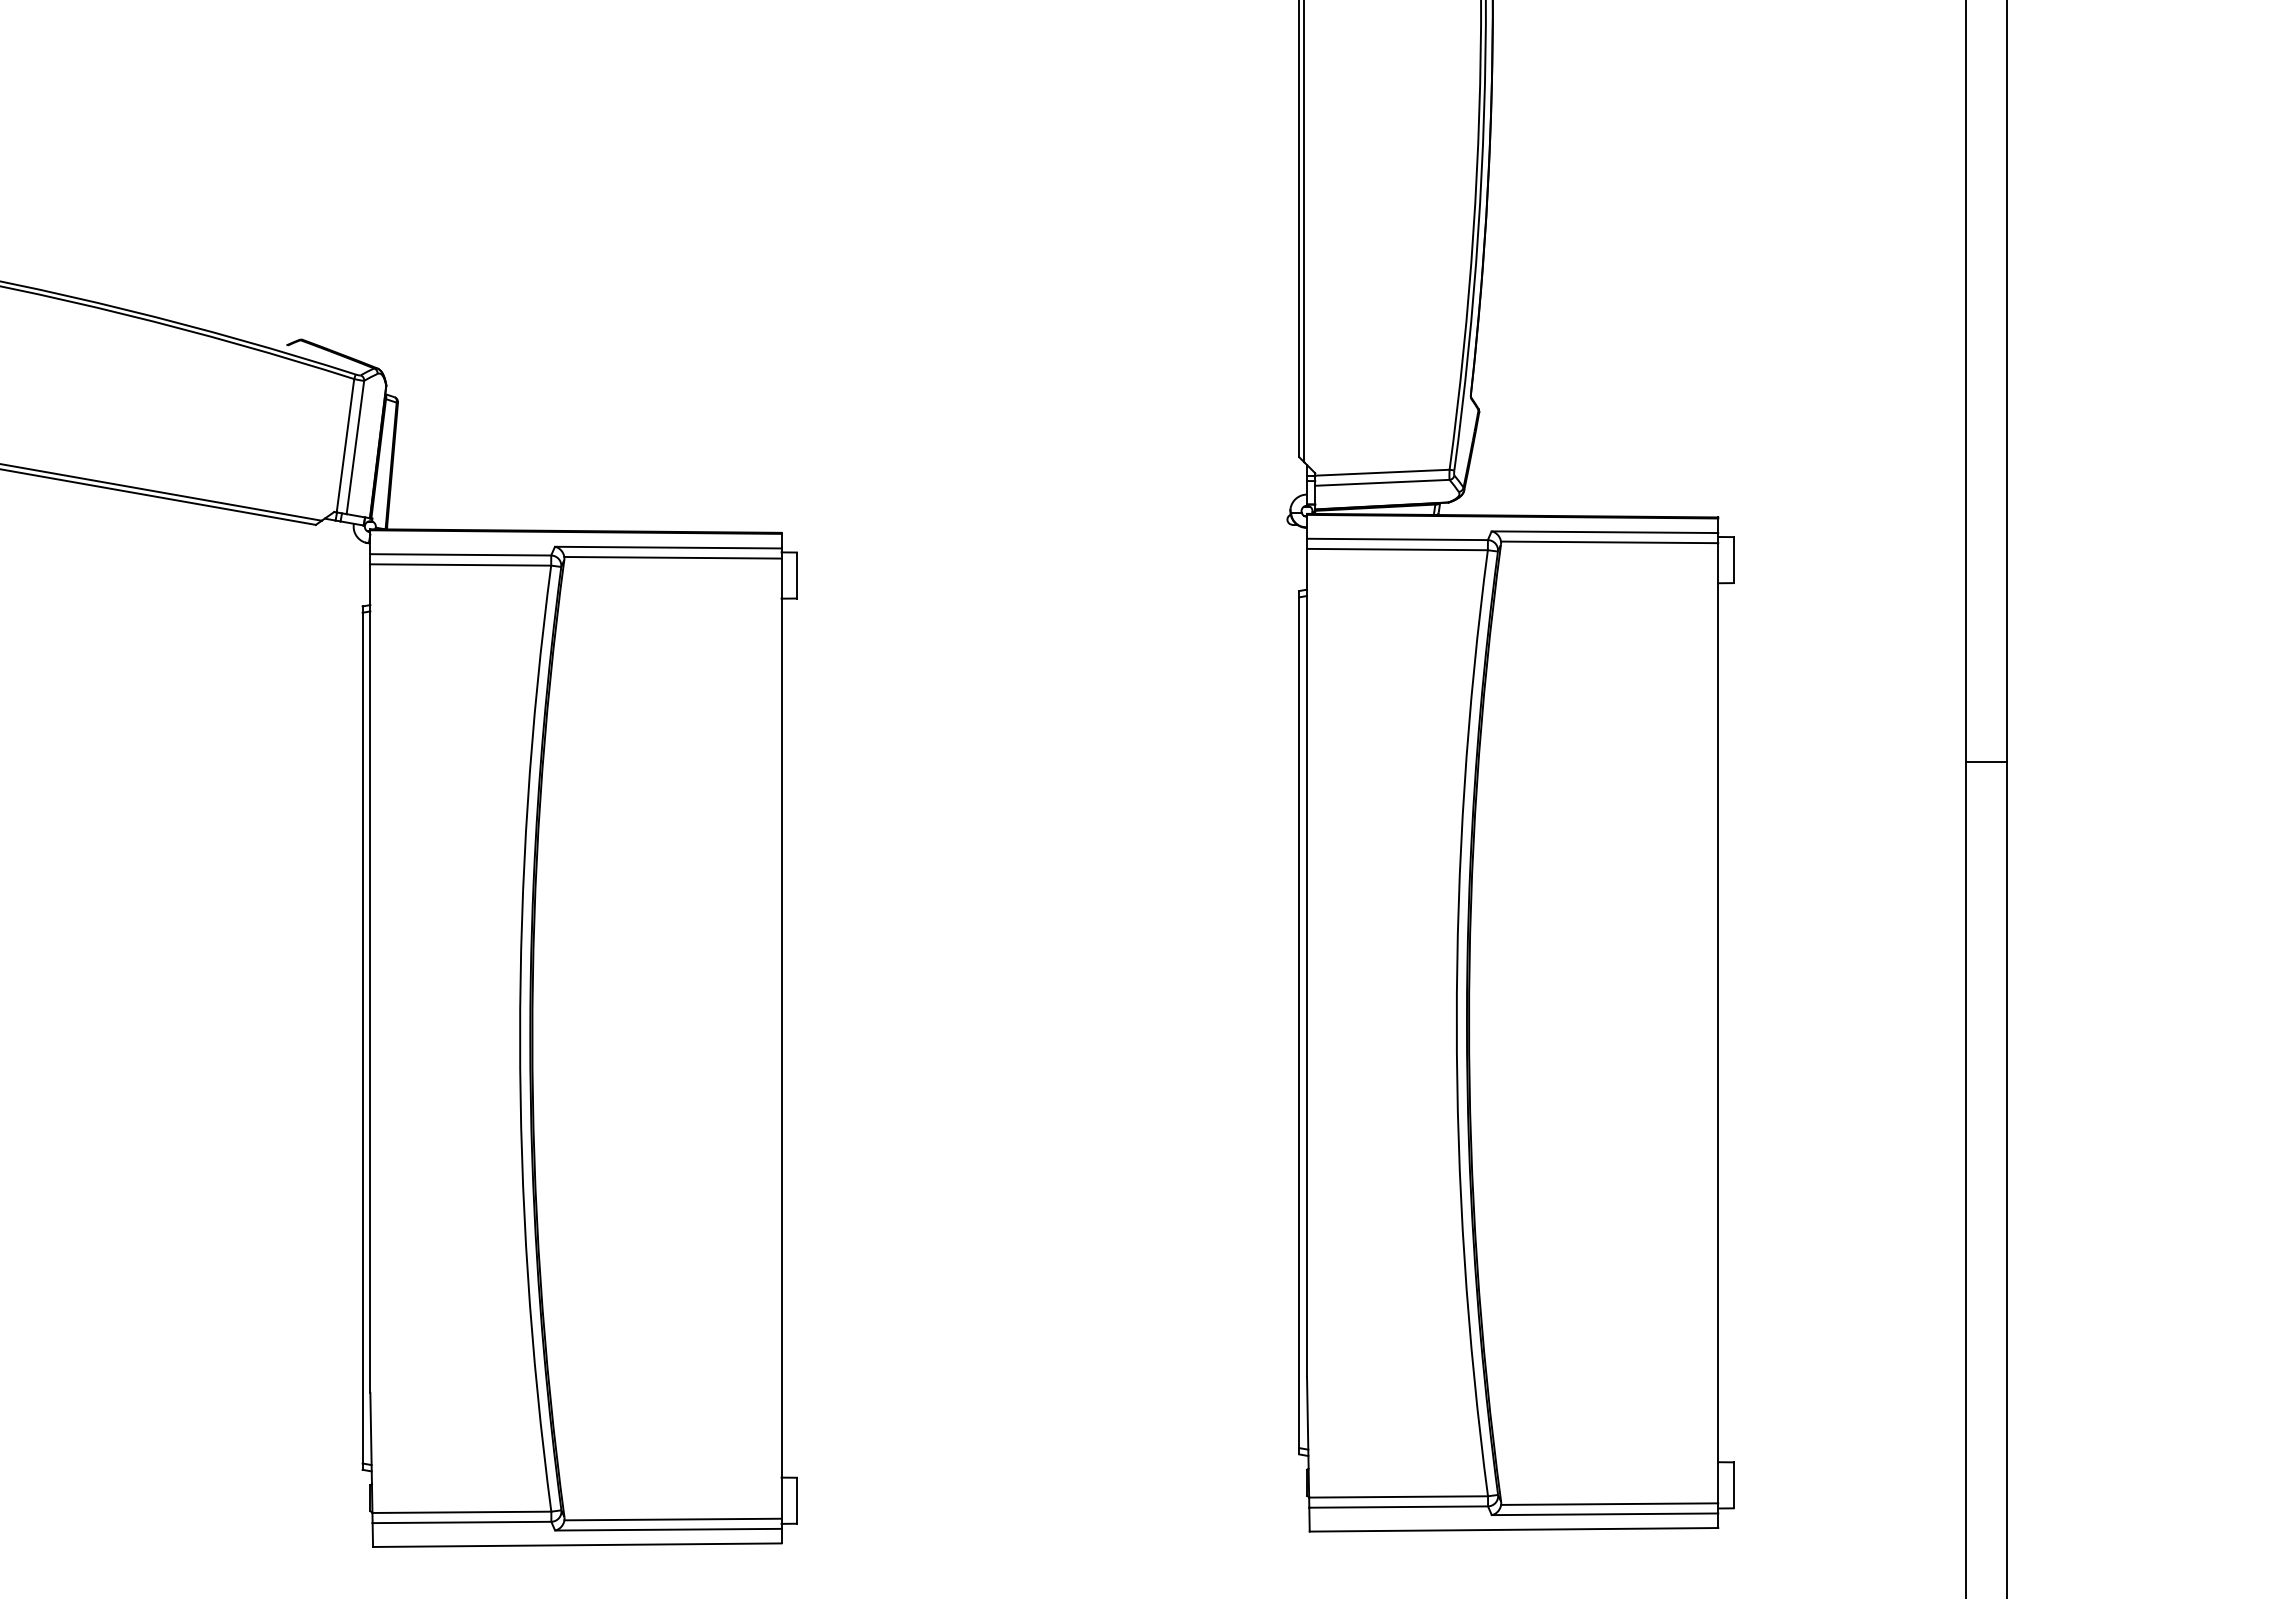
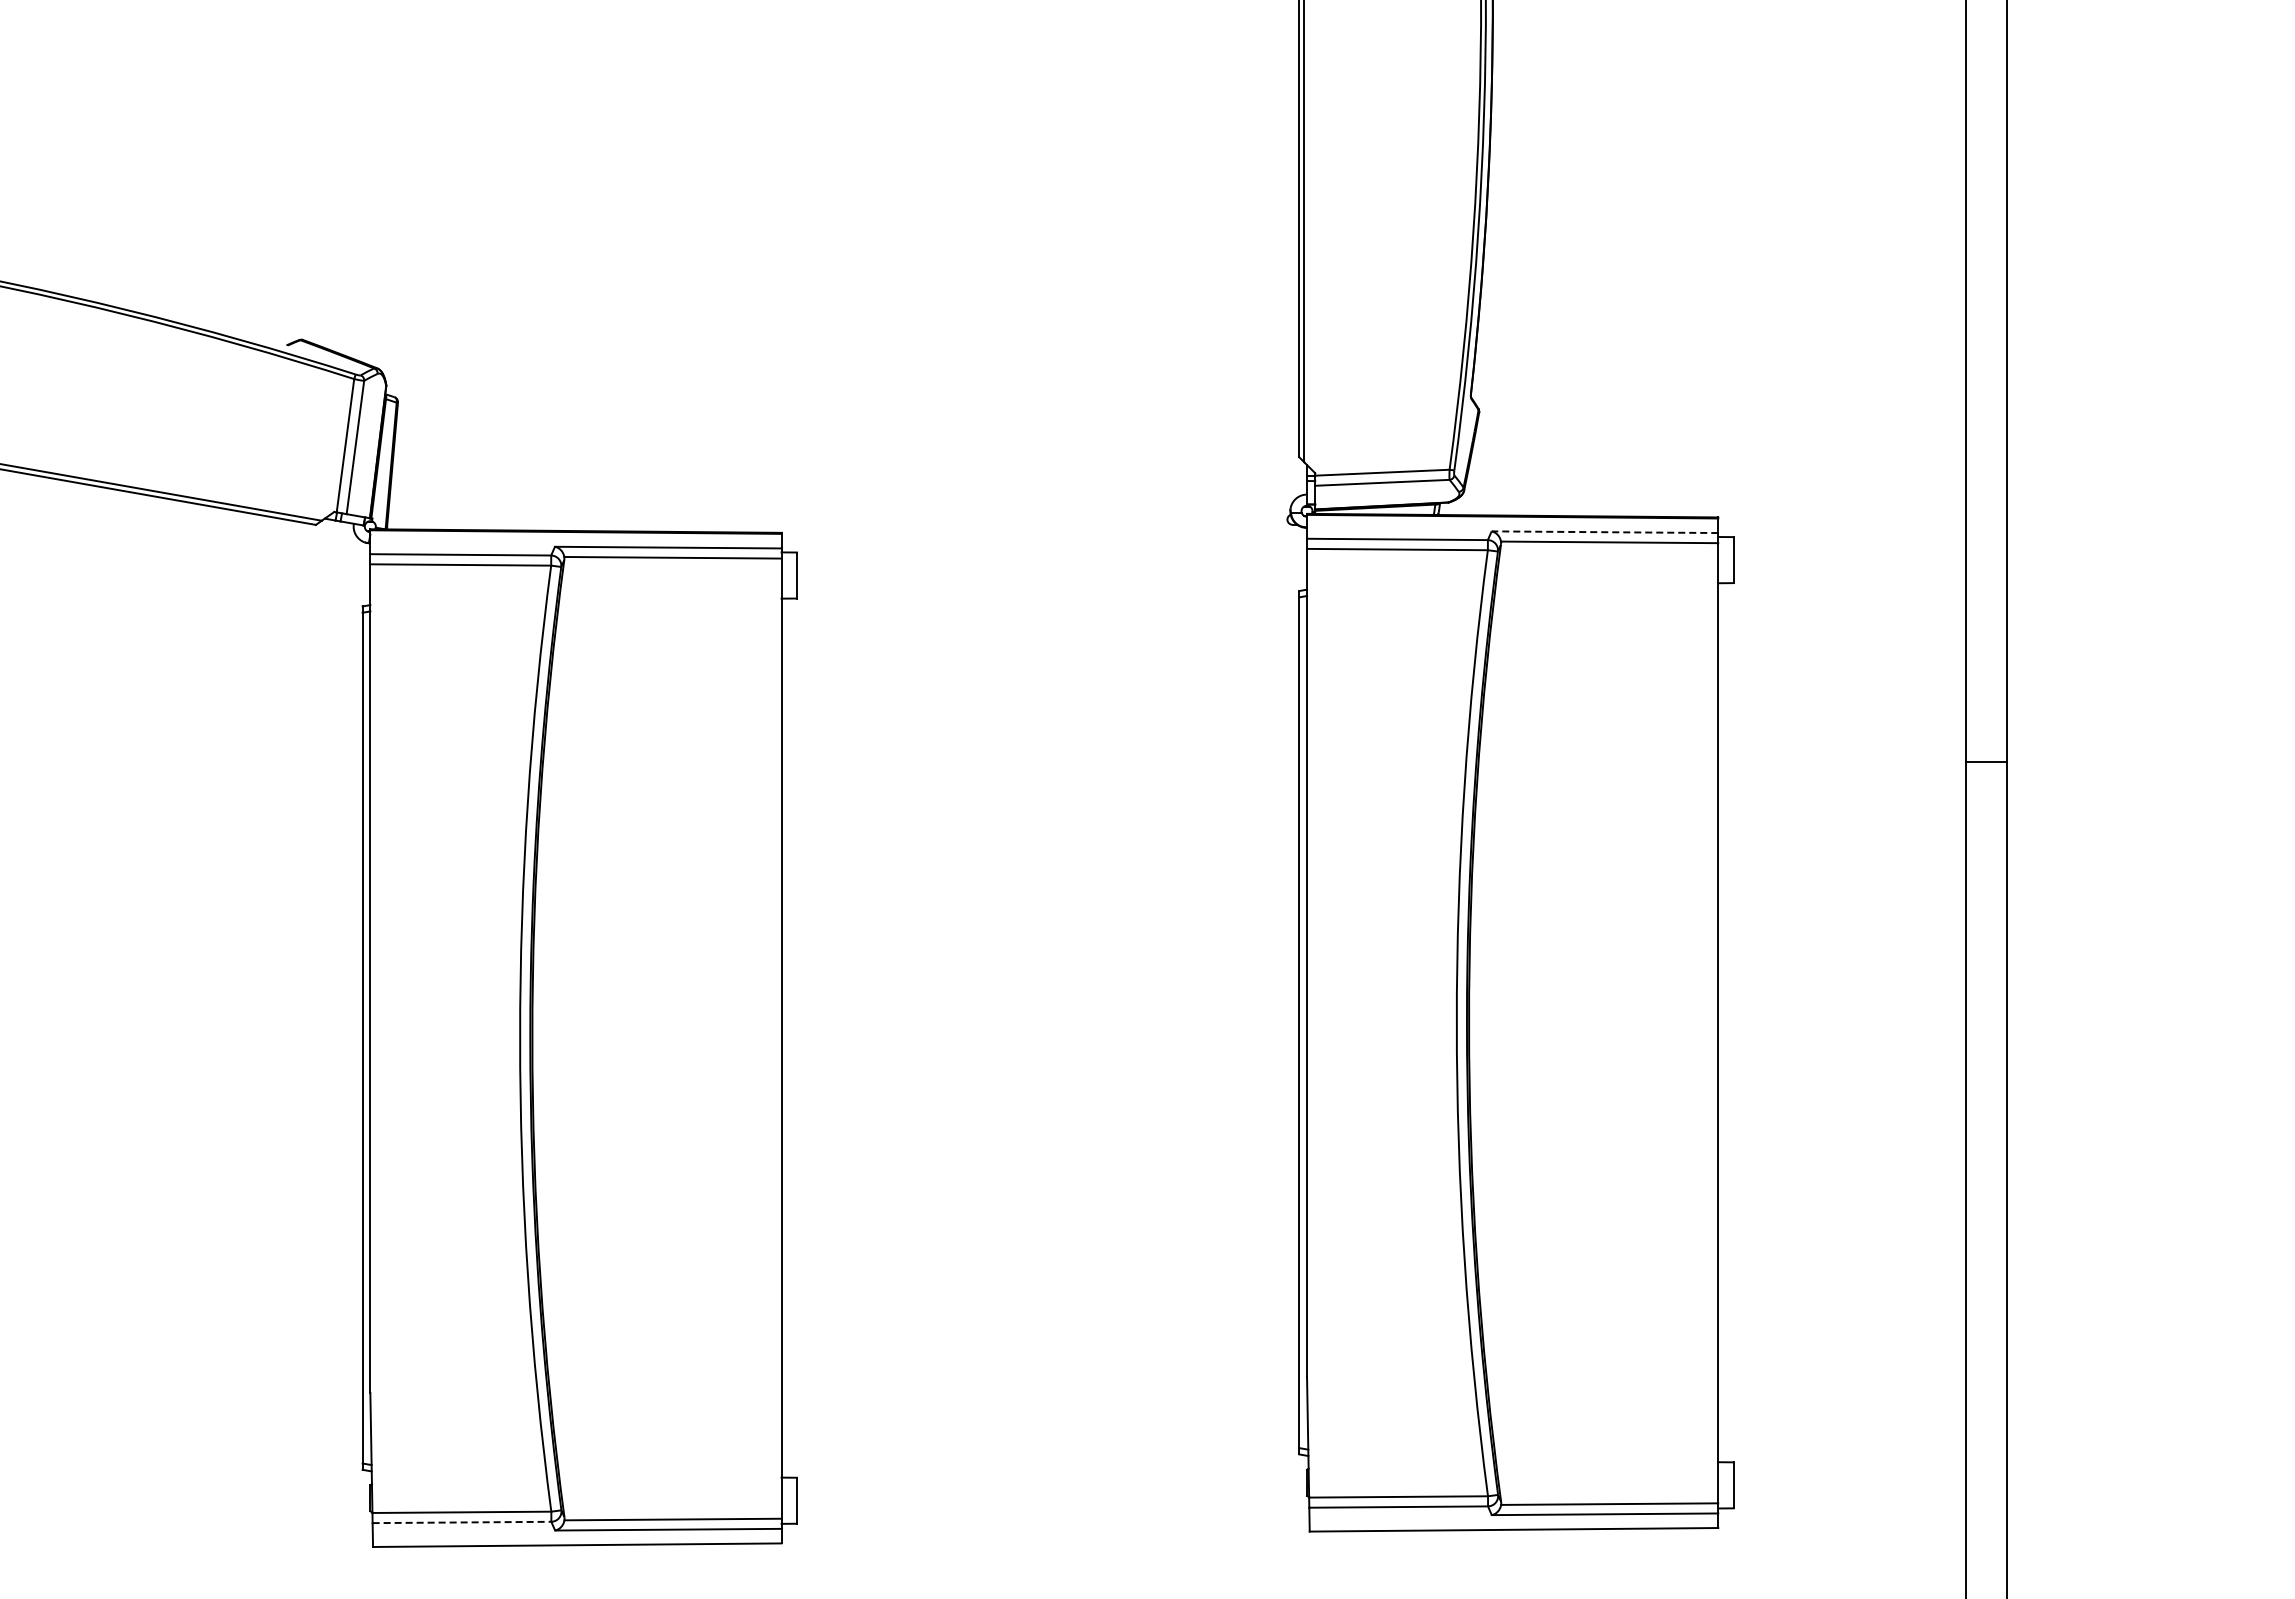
line at (1604, 532): solid -> dashed
line at (462, 1522): solid -> dashed
